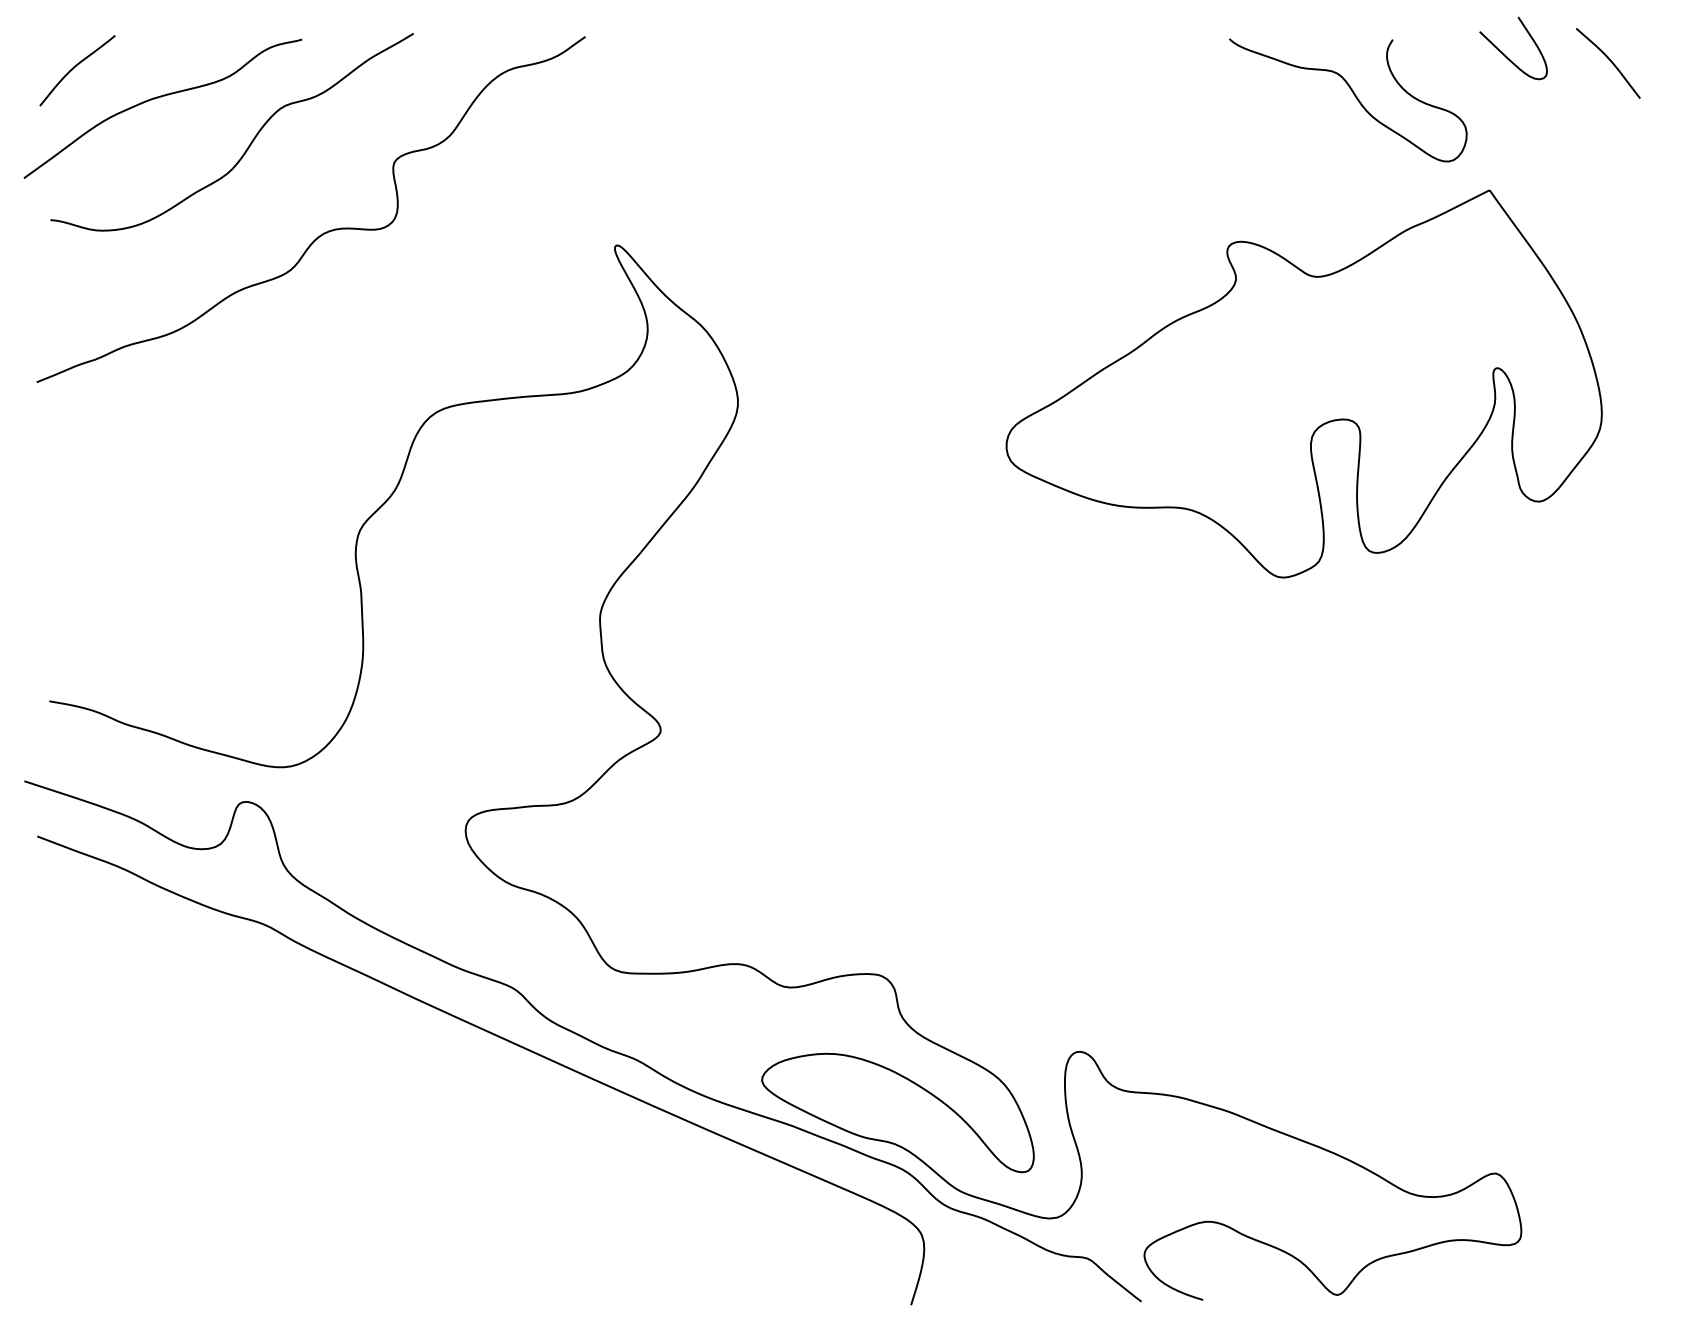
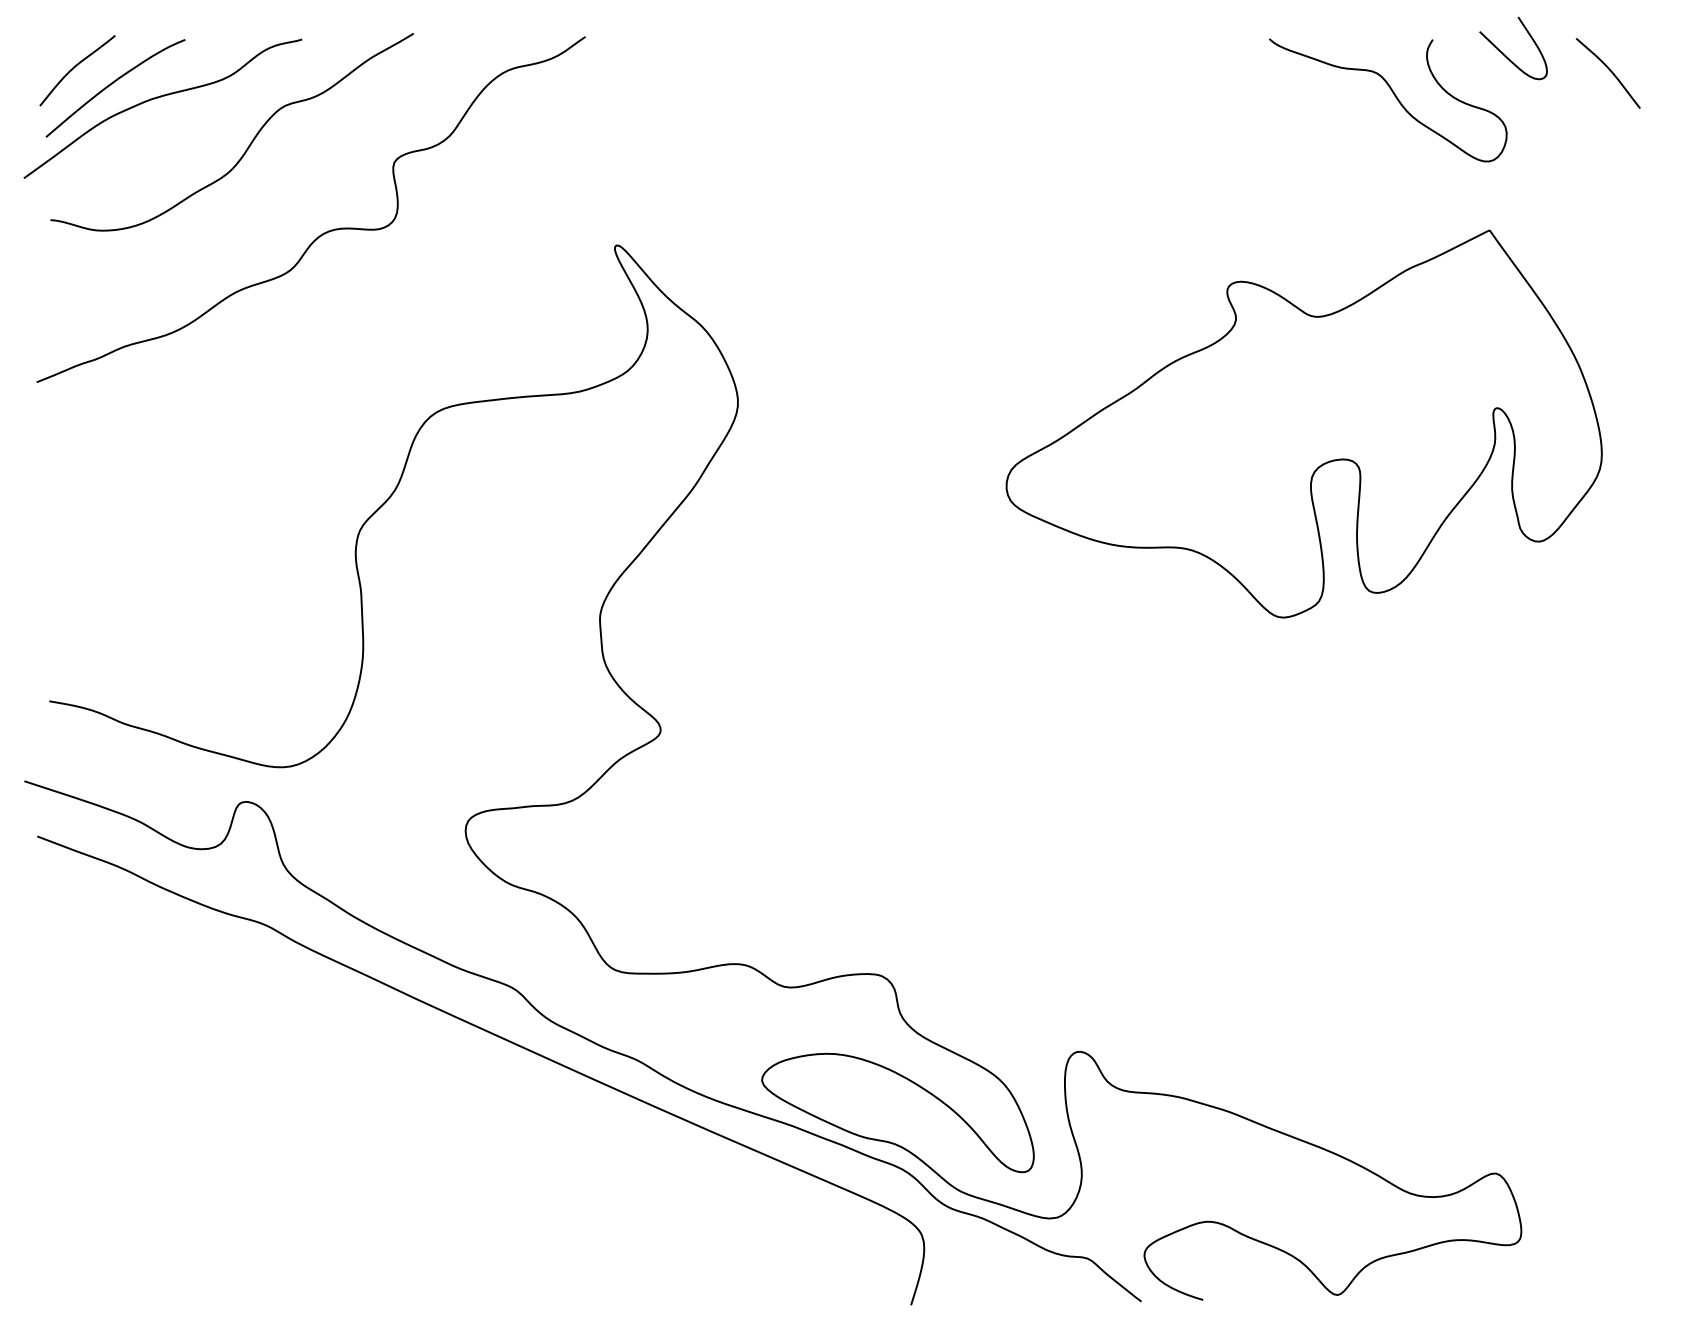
curve at (1609, 60) position: (1609, 60) -> (1609, 70)
curve at (112, 84): none -> present
curve at (1354, 96) position: (1354, 96) -> (1394, 96)
part at (1303, 383) position: (1303, 383) -> (1303, 423)
